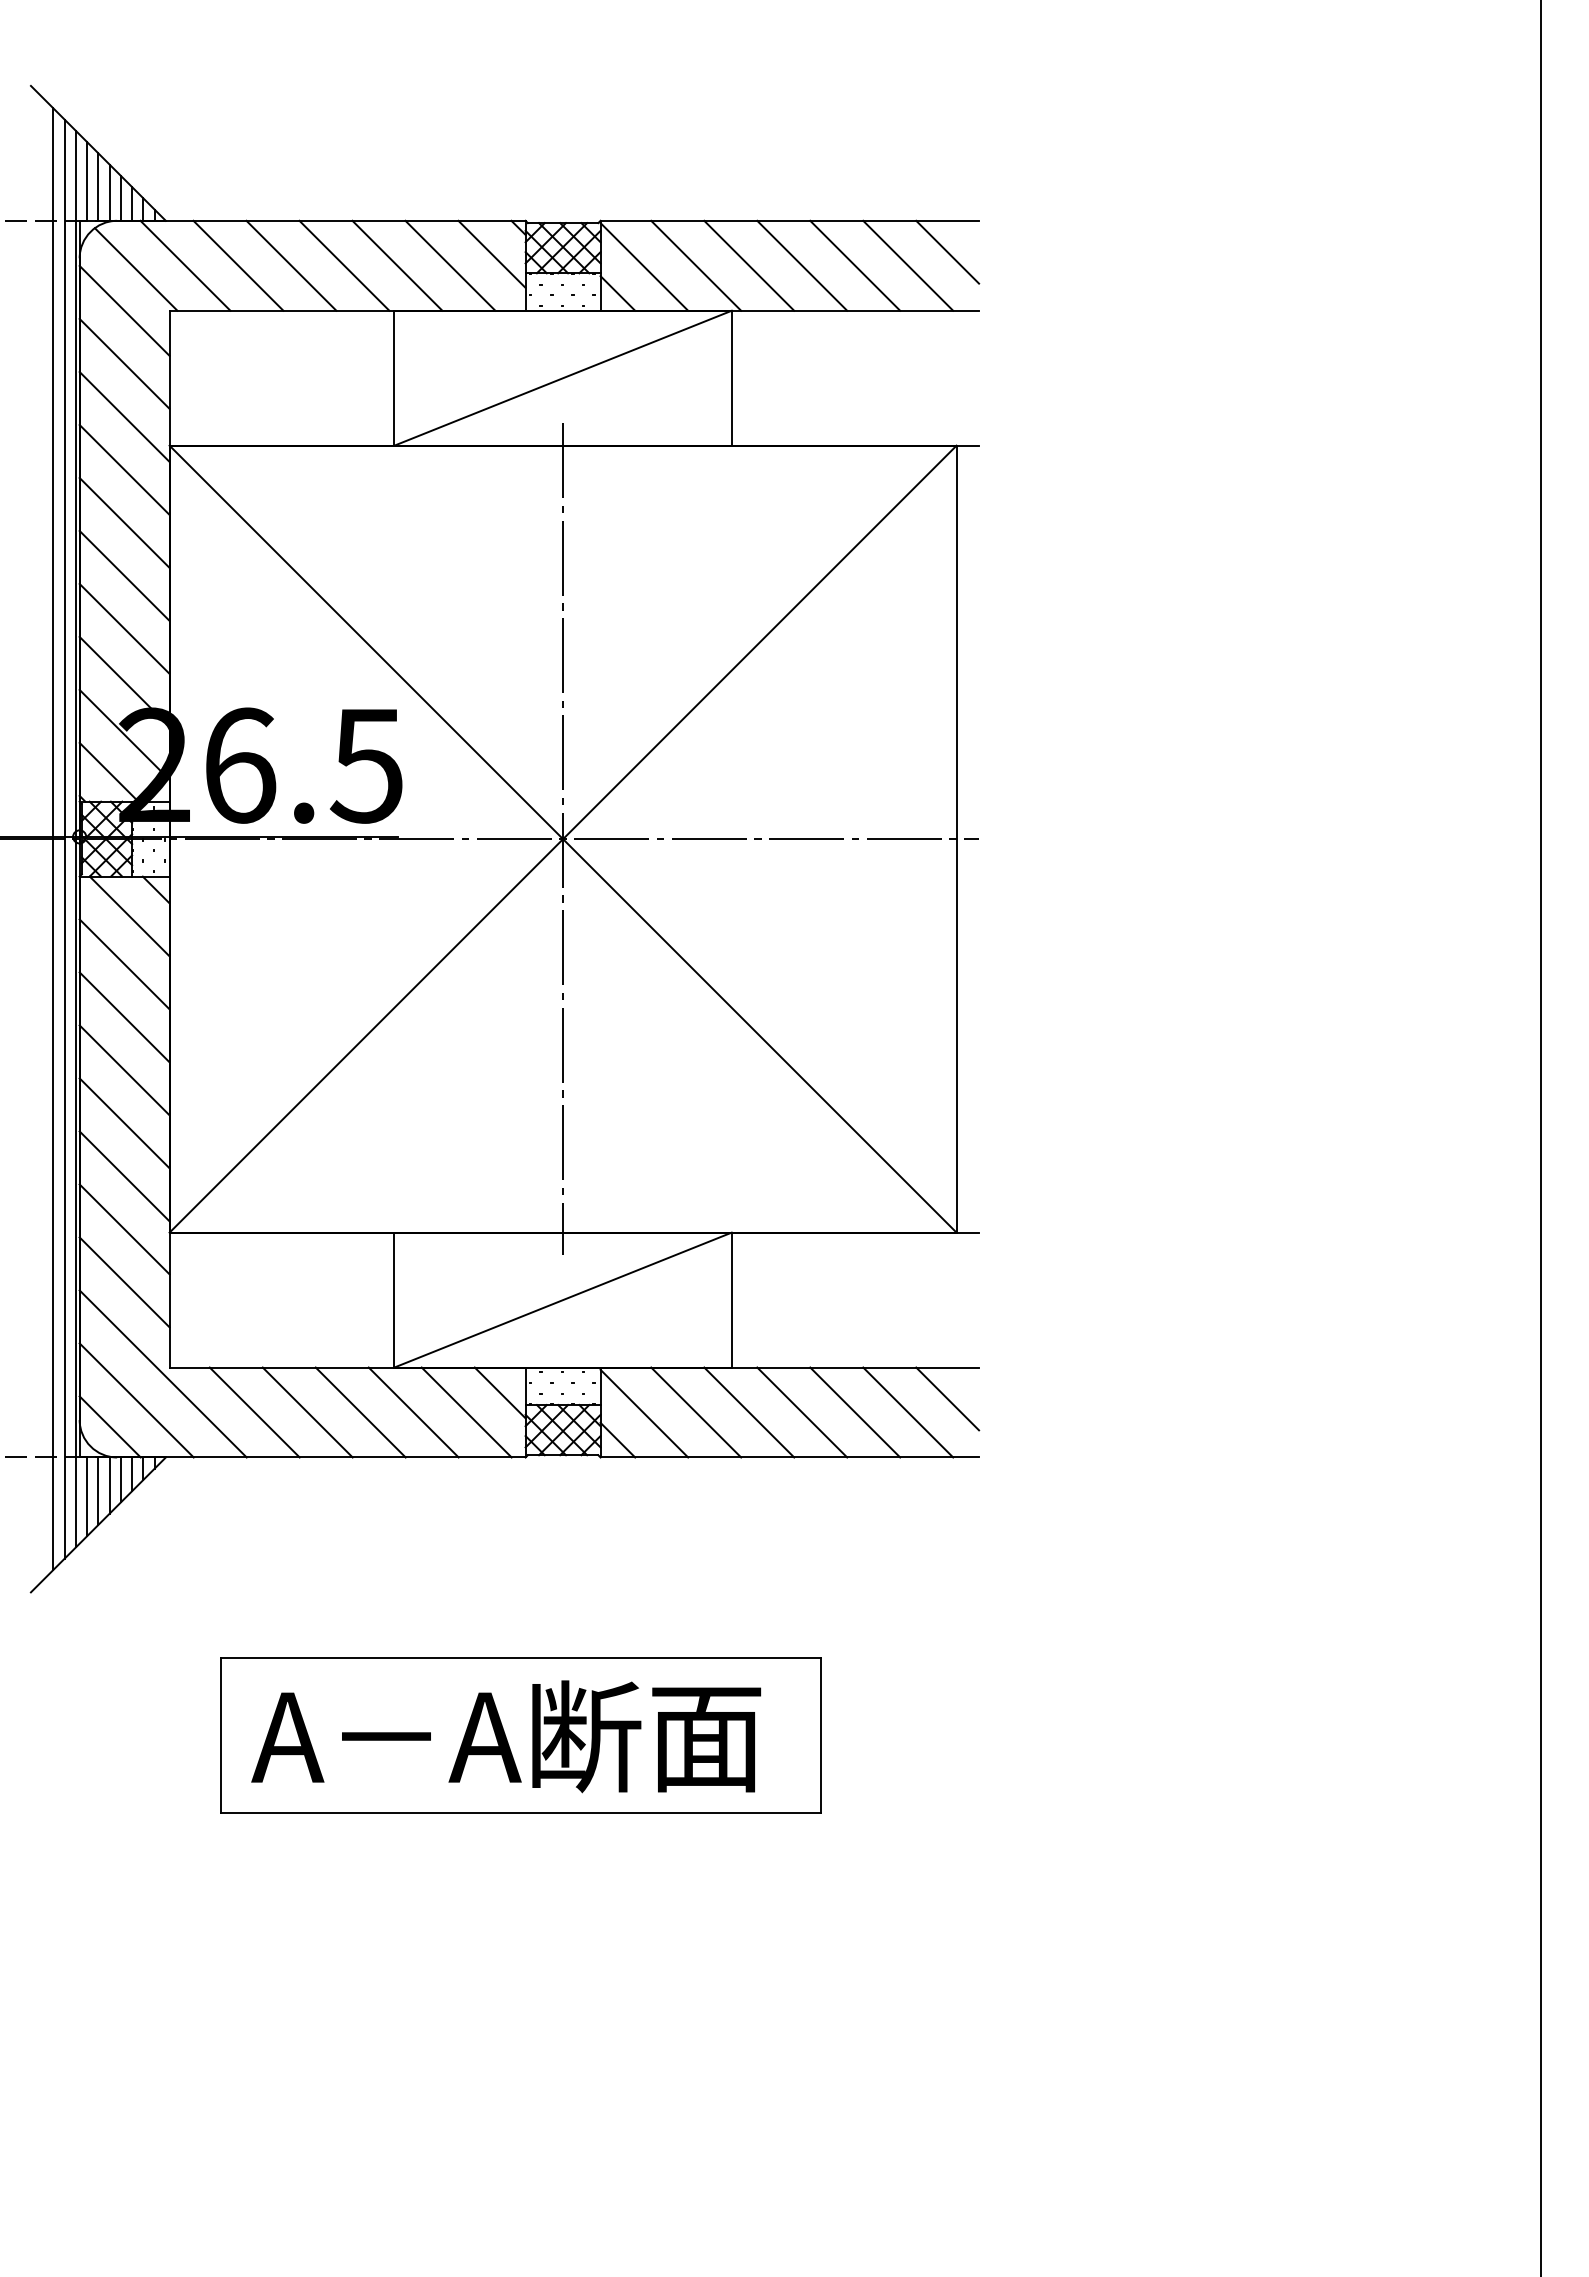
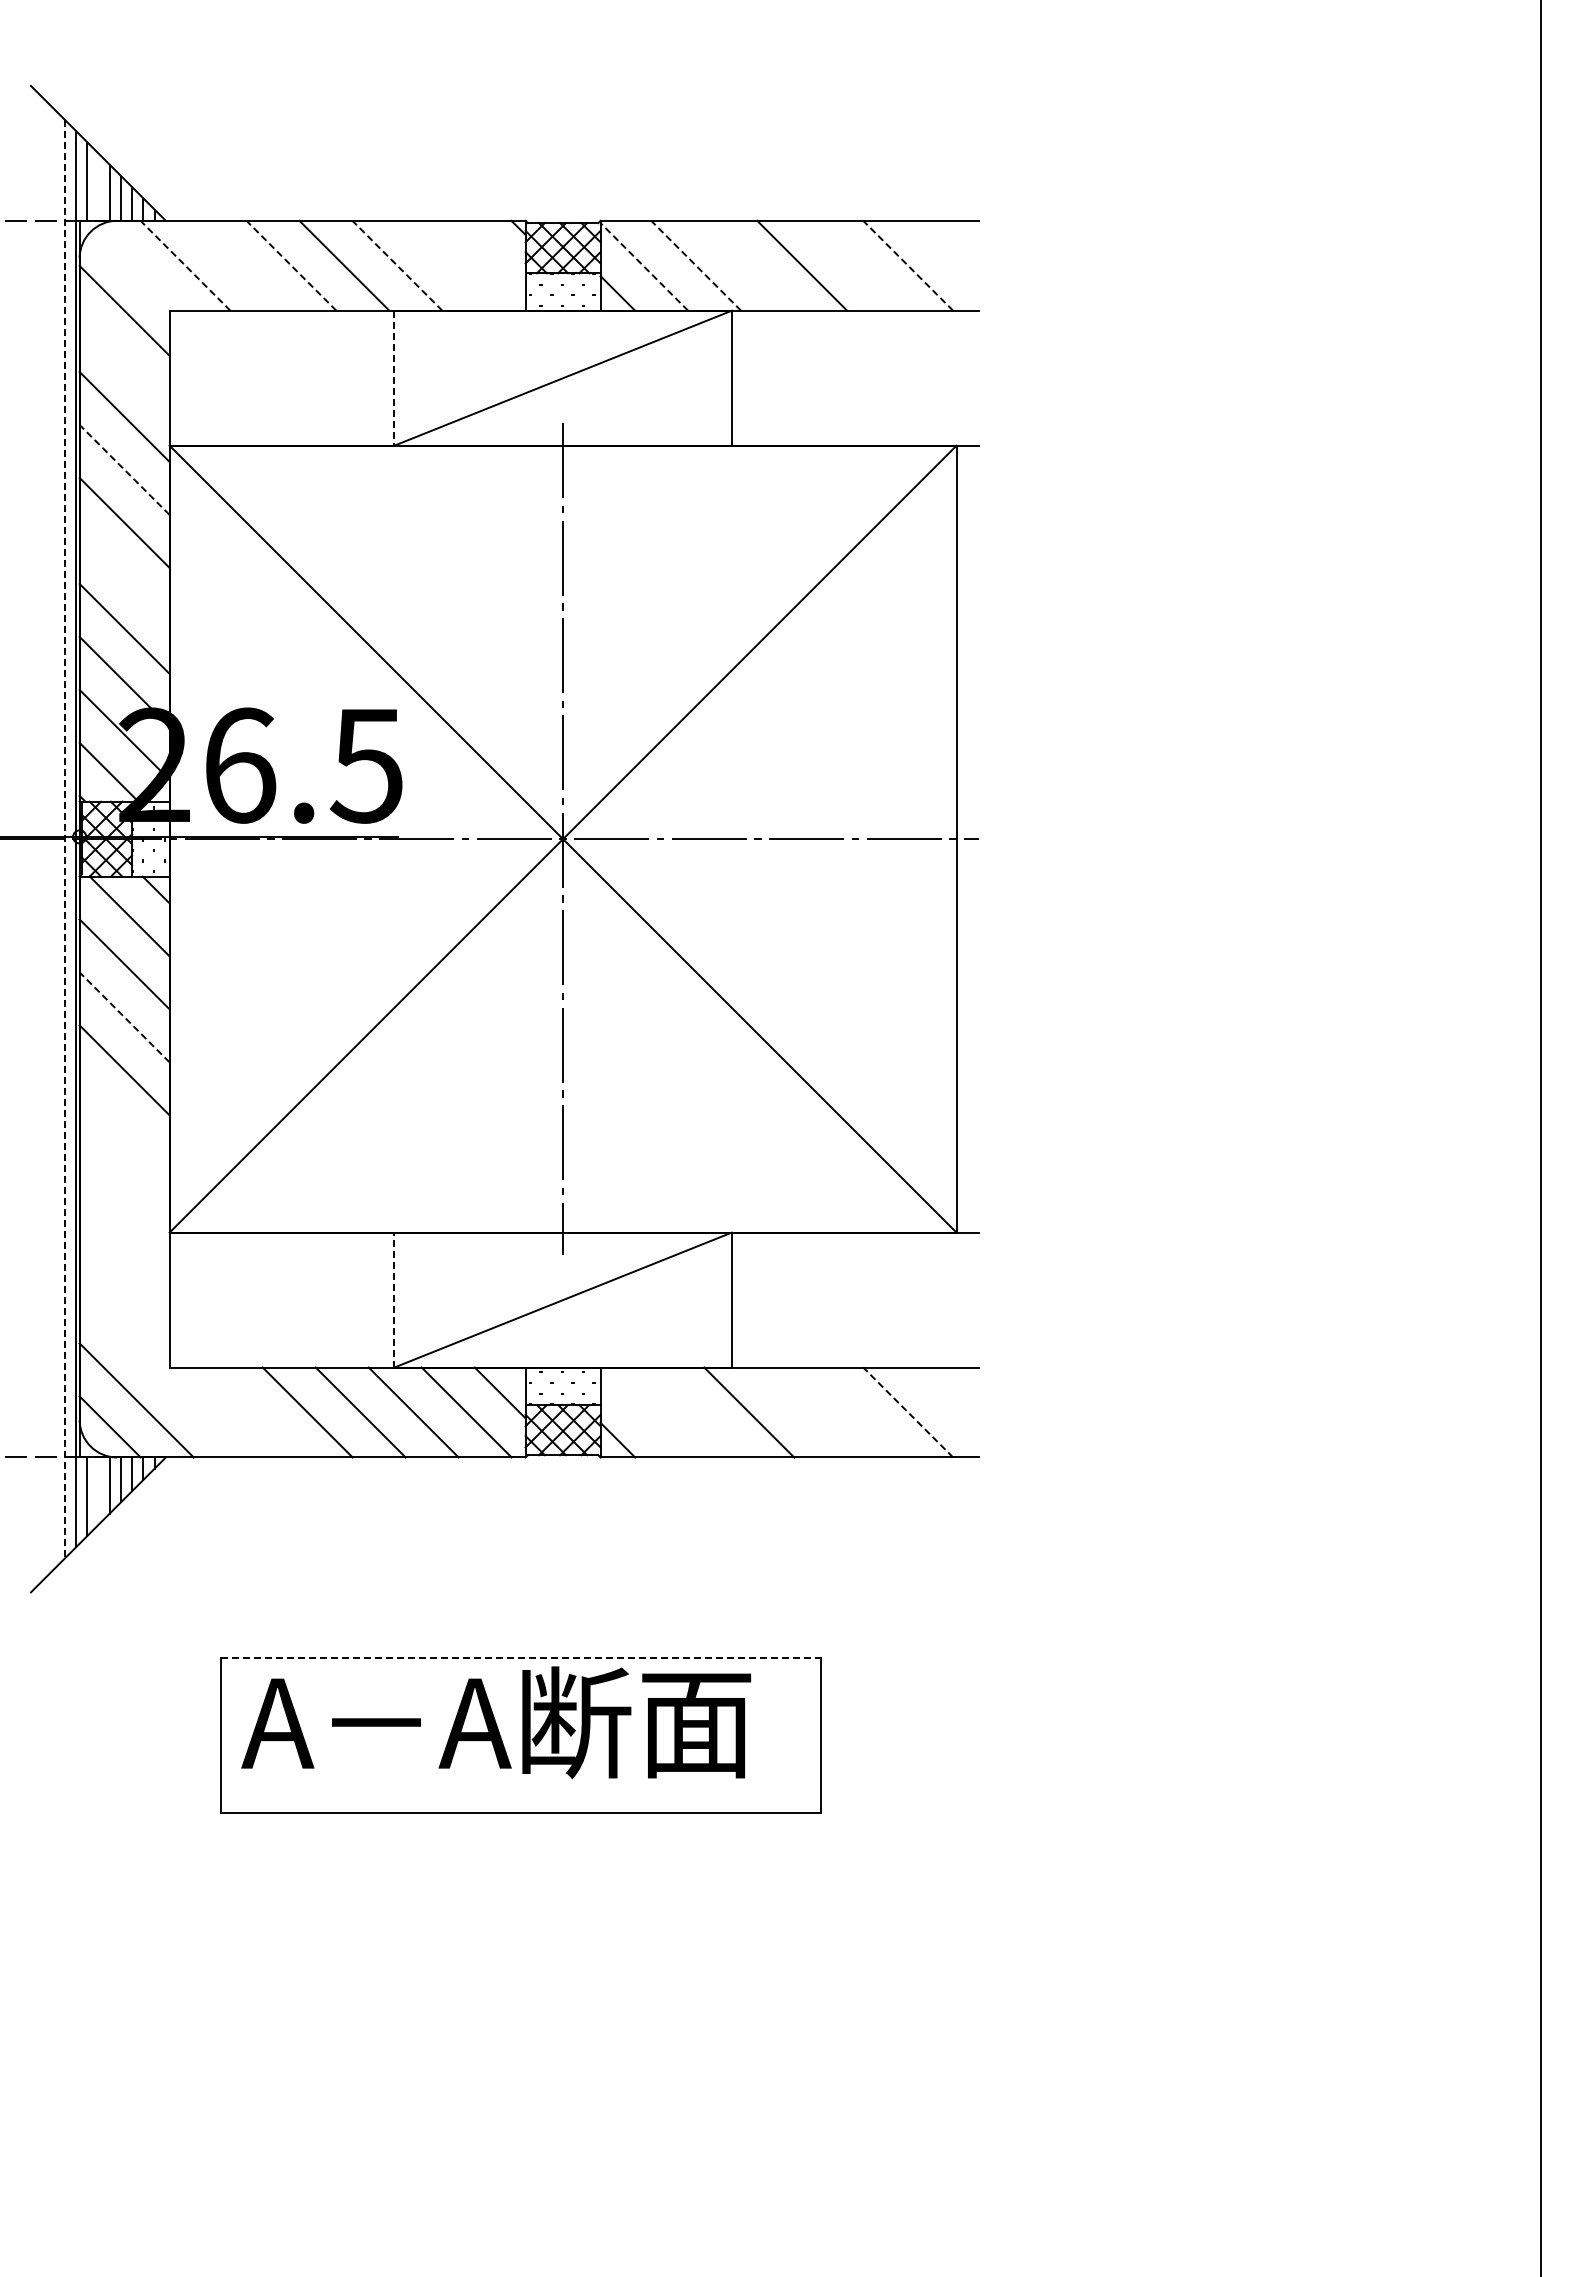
line at (98, 186): present -> none
line at (947, 251): present -> none
line at (491, 253): present -> none
line at (185, 265): solid -> dashed
line at (238, 265): present -> none
line at (291, 265): solid -> dashed
line at (397, 265): solid -> dashed
line at (450, 265): present -> none
line at (696, 265): solid -> dashed
line at (749, 265): present -> none
line at (855, 265): present -> none
line at (908, 265): solid -> dashed
line at (644, 266): solid -> dashed
line at (135, 269): present -> none
line at (124, 363): present -> none
line at (394, 378): solid -> dashed
line at (124, 469): solid -> dashed
line at (124, 575): present -> none
line at (53, 838): present -> none
line at (64, 839): solid -> dashed
line at (124, 1017): solid -> dashed
line at (124, 1123): present -> none
line at (124, 1176): present -> none
line at (124, 1229): present -> none
line at (124, 1282): present -> none
line at (394, 1299): solid -> dashed
line at (162, 1373): present -> none
line at (947, 1398): present -> none
line at (254, 1412): present -> none
line at (696, 1412): present -> none
line at (802, 1412): present -> none
line at (855, 1412): present -> none
line at (908, 1412): solid -> dashed
line at (644, 1413): present -> none
line at (98, 1490): present -> none
line at (521, 1658): solid -> dashed
text at (505, 1736) position: (505, 1736) -> (495, 1722)
